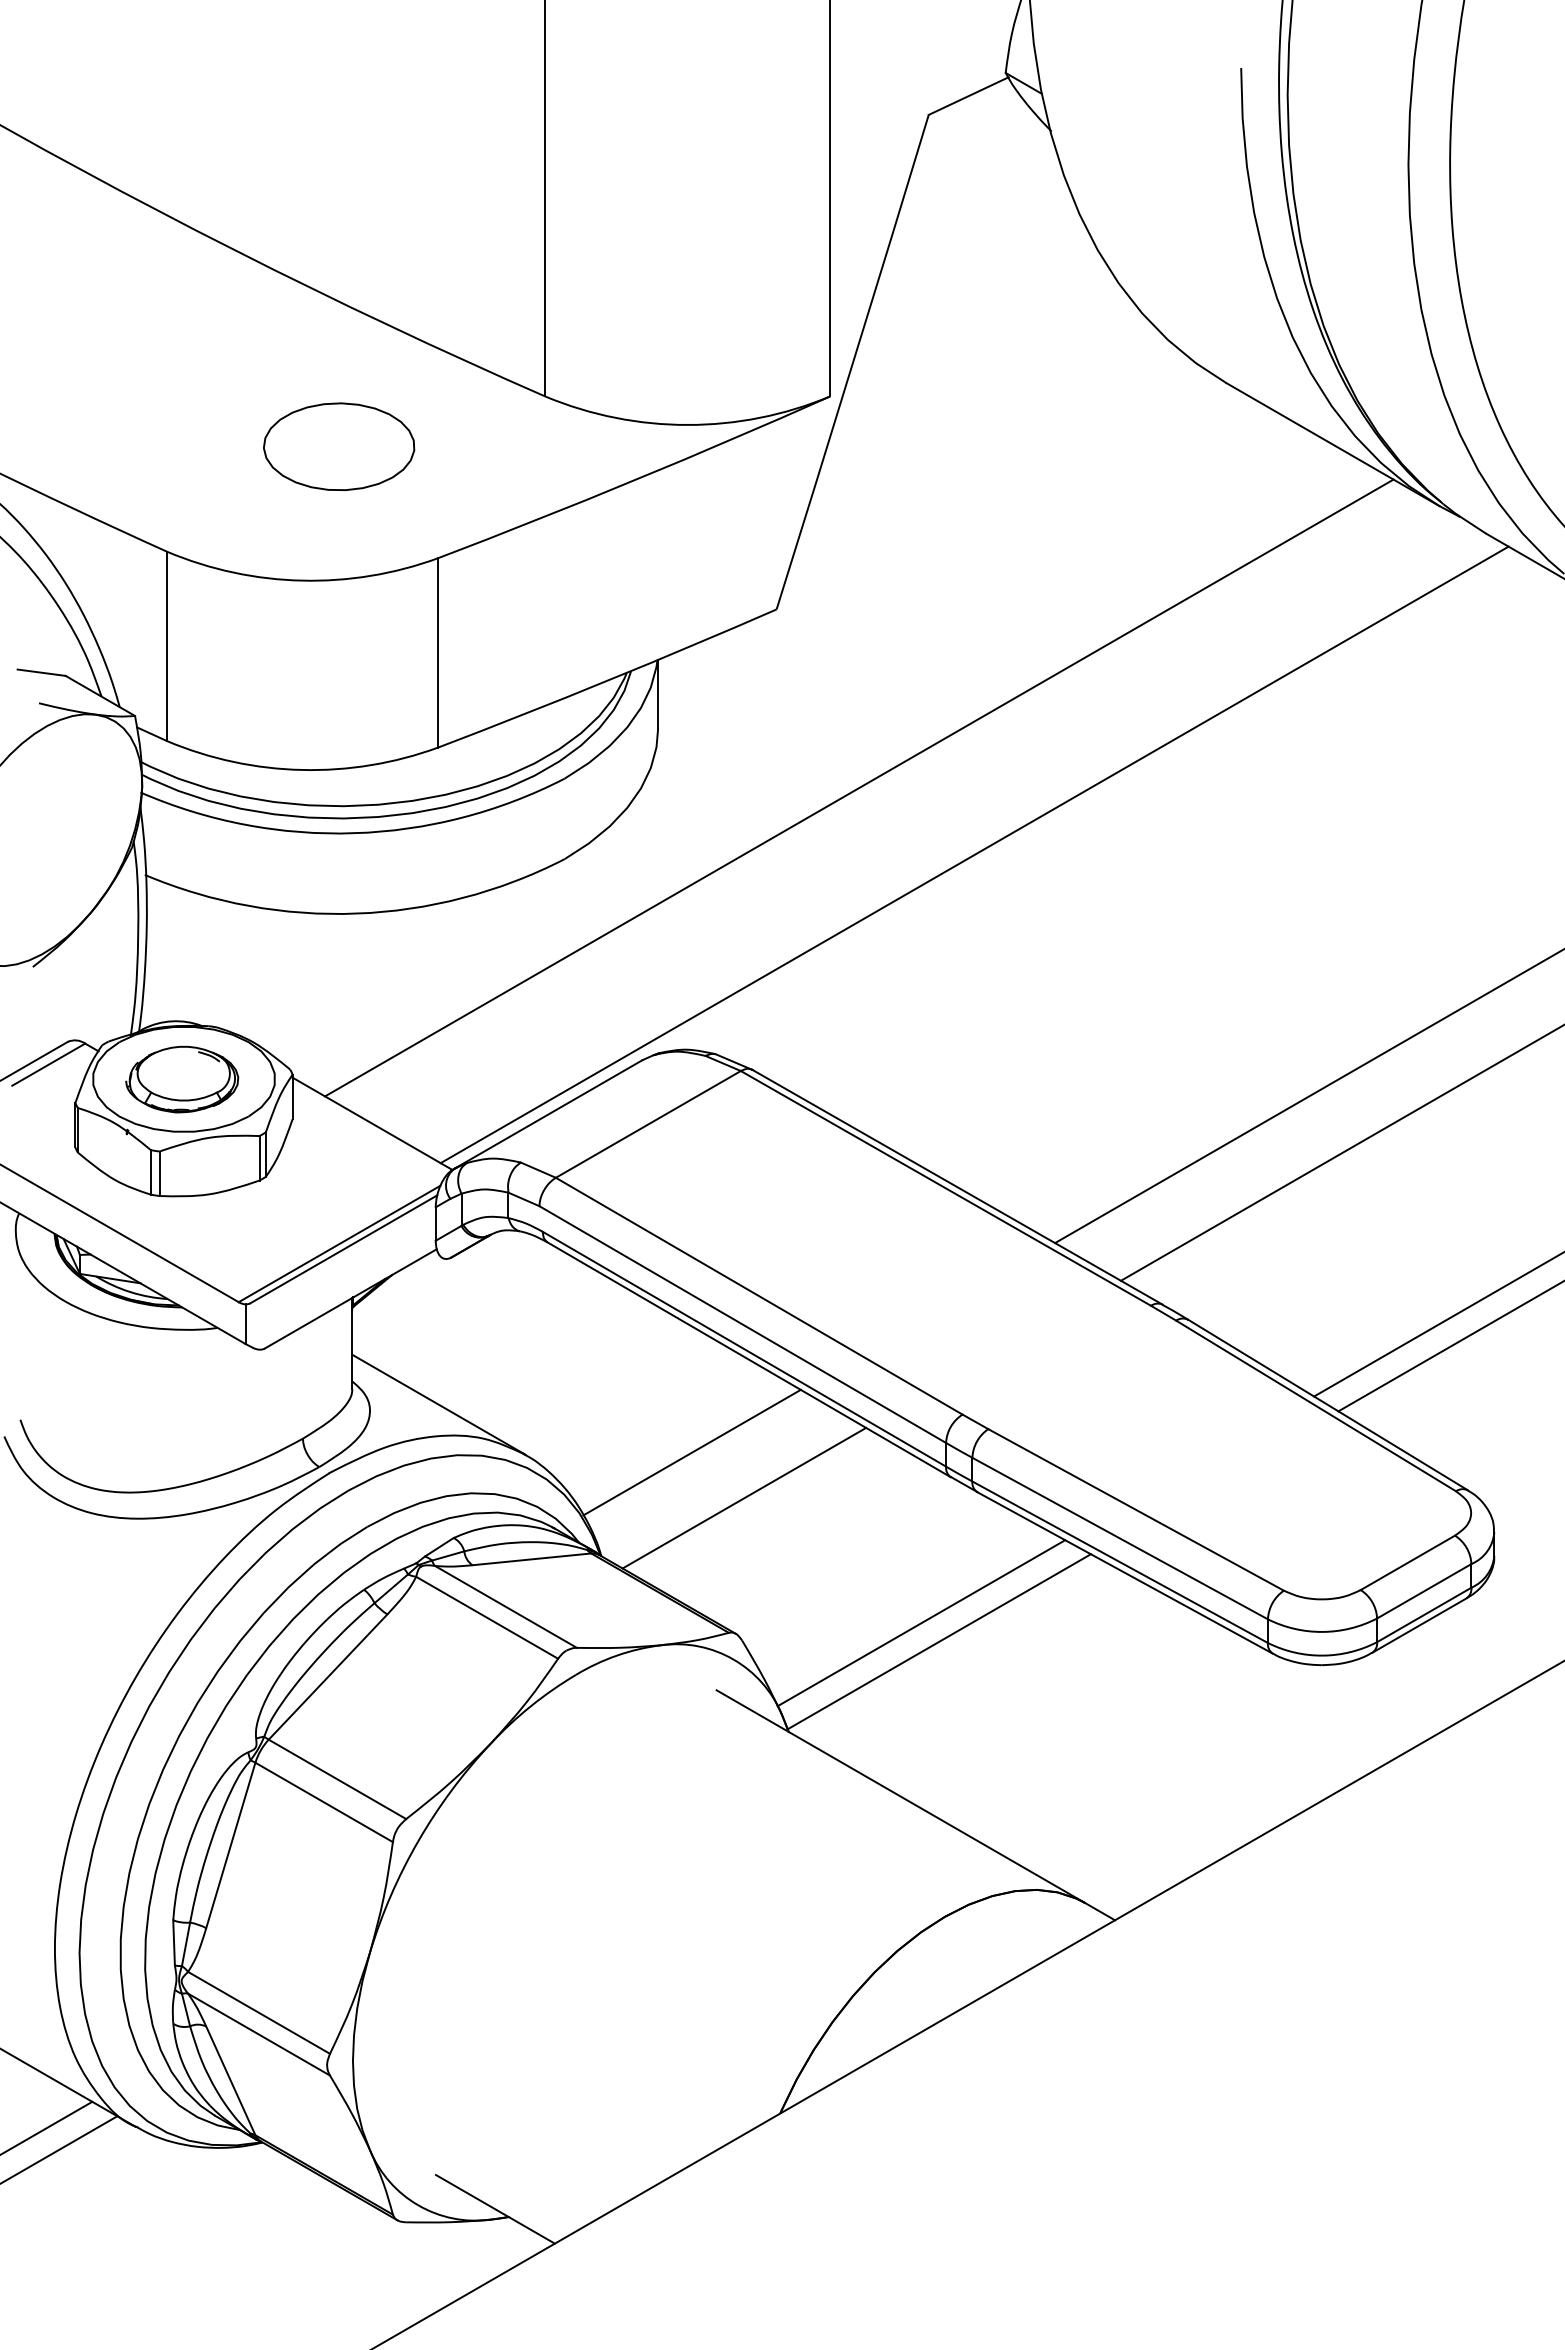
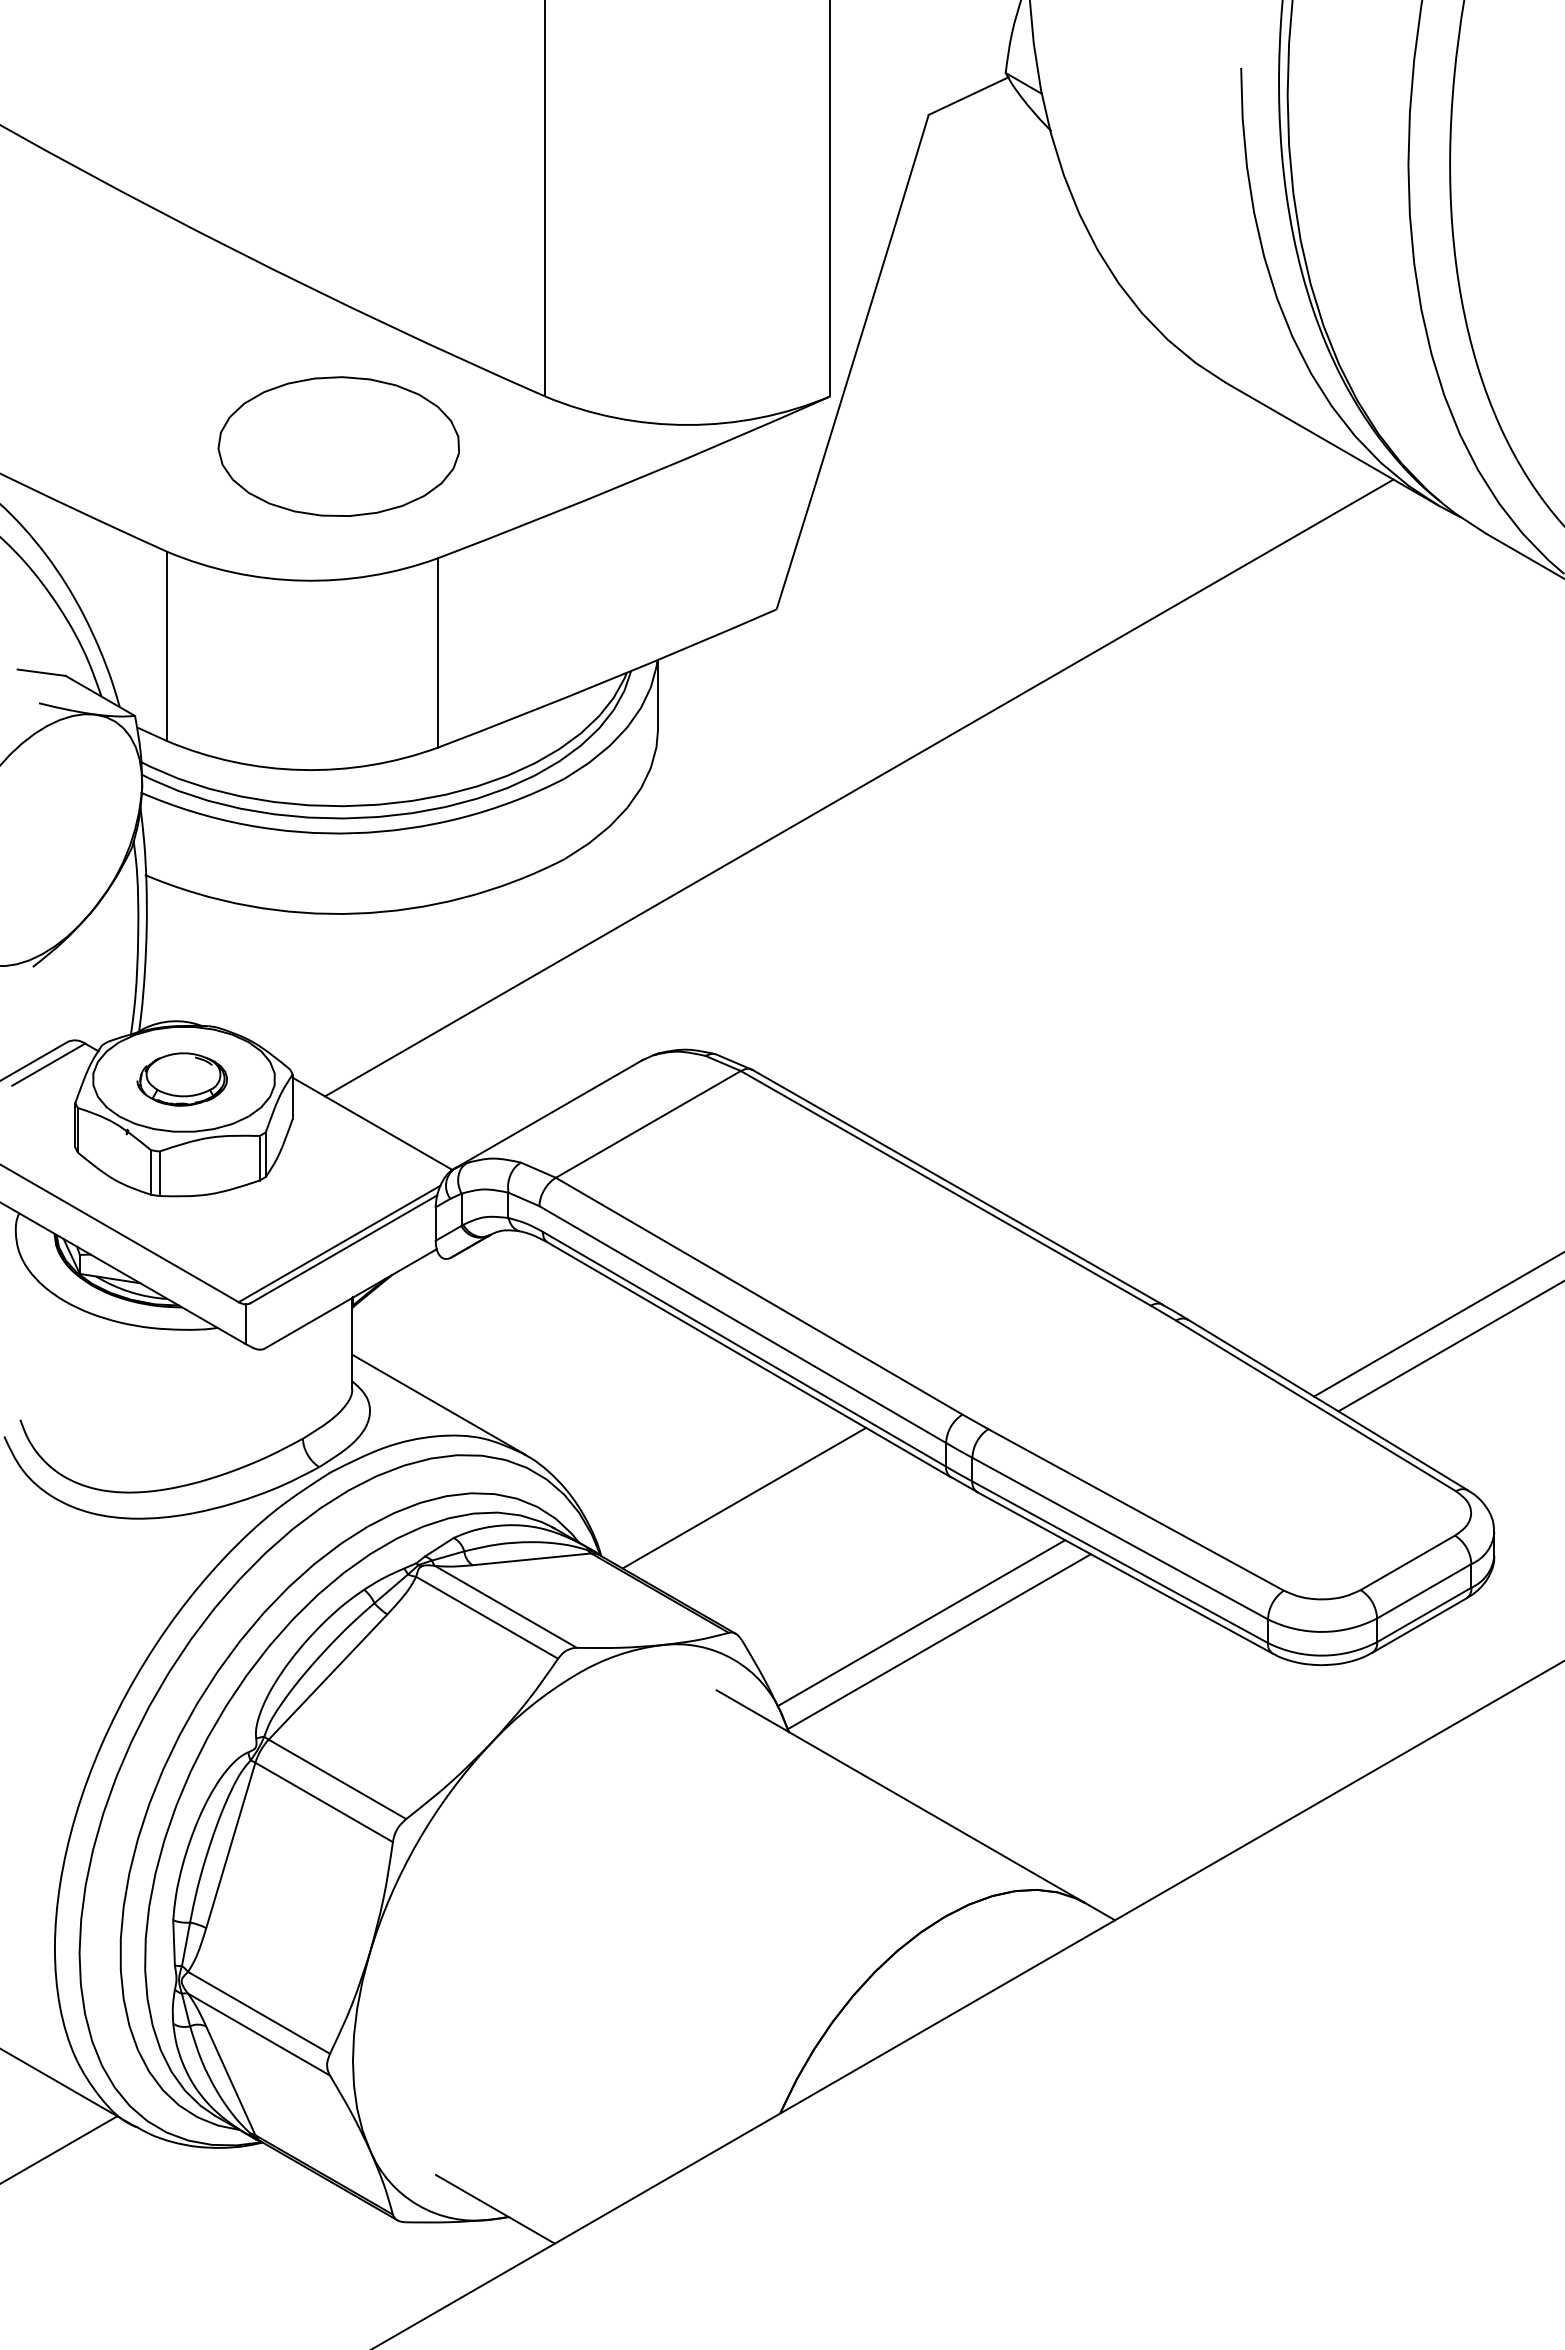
part at (339, 446) size: 153x90 px -> 244x141 px
line at (974, 854): present -> none
part at (182, 1079) size: 115x69 px -> 92x55 px
line at (1308, 1096): present -> none
line at (1340, 1153): present -> none
line at (691, 1452): present -> none
line at (47, 2127): present -> none
